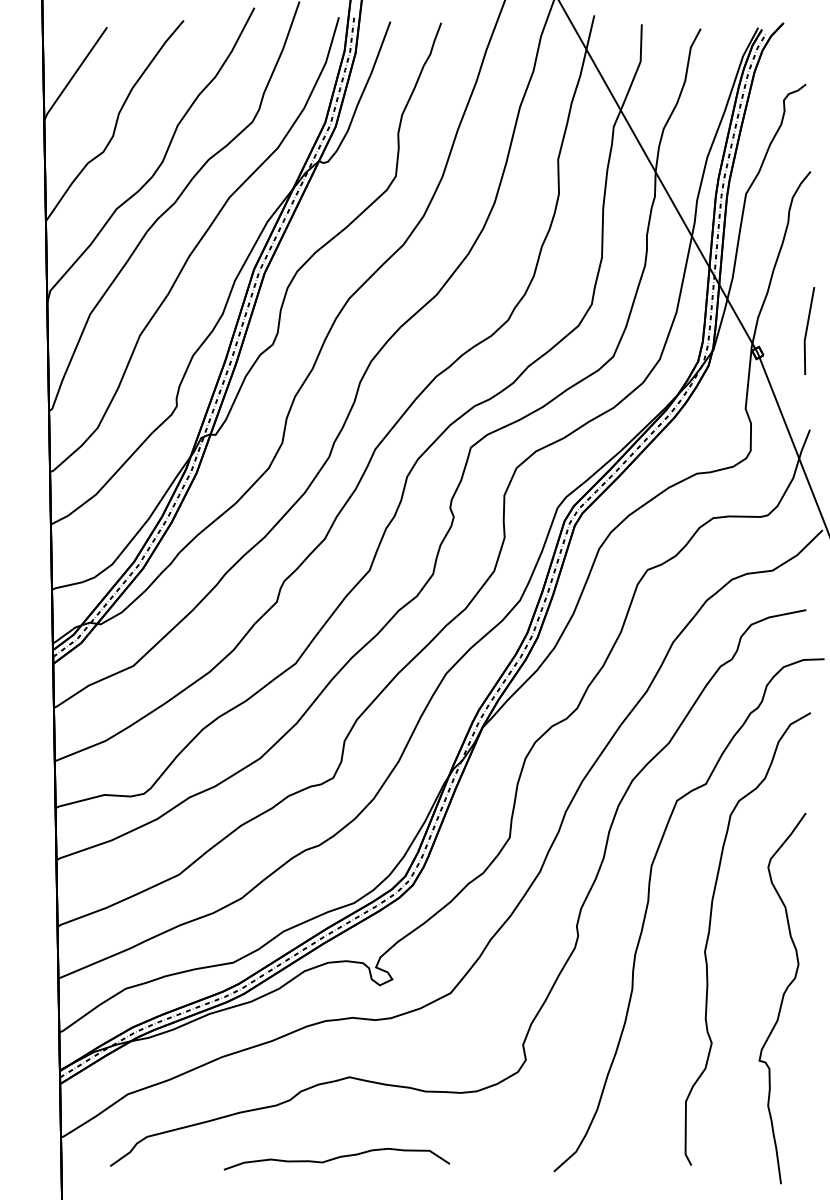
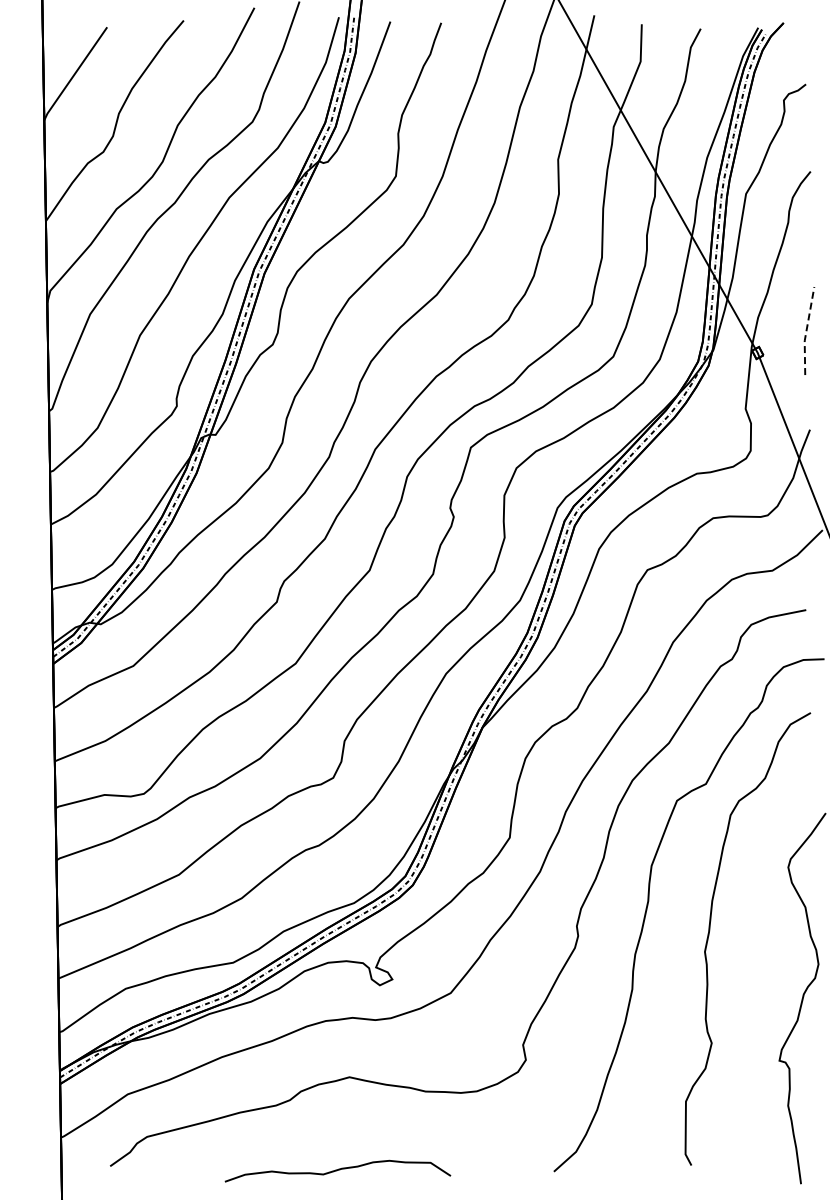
line at (806, 331): solid -> dashed
curve at (782, 998) position: (782, 998) -> (802, 998)
curve at (336, 1158) position: (336, 1158) -> (337, 1170)
